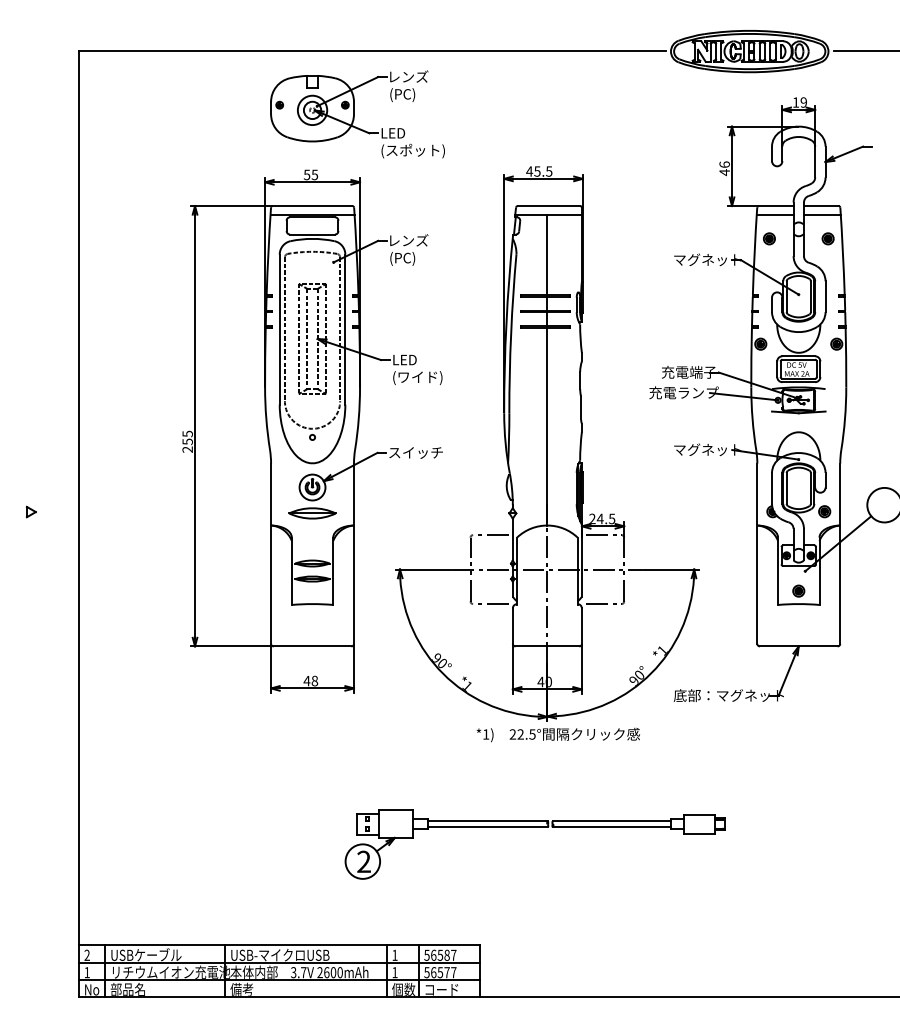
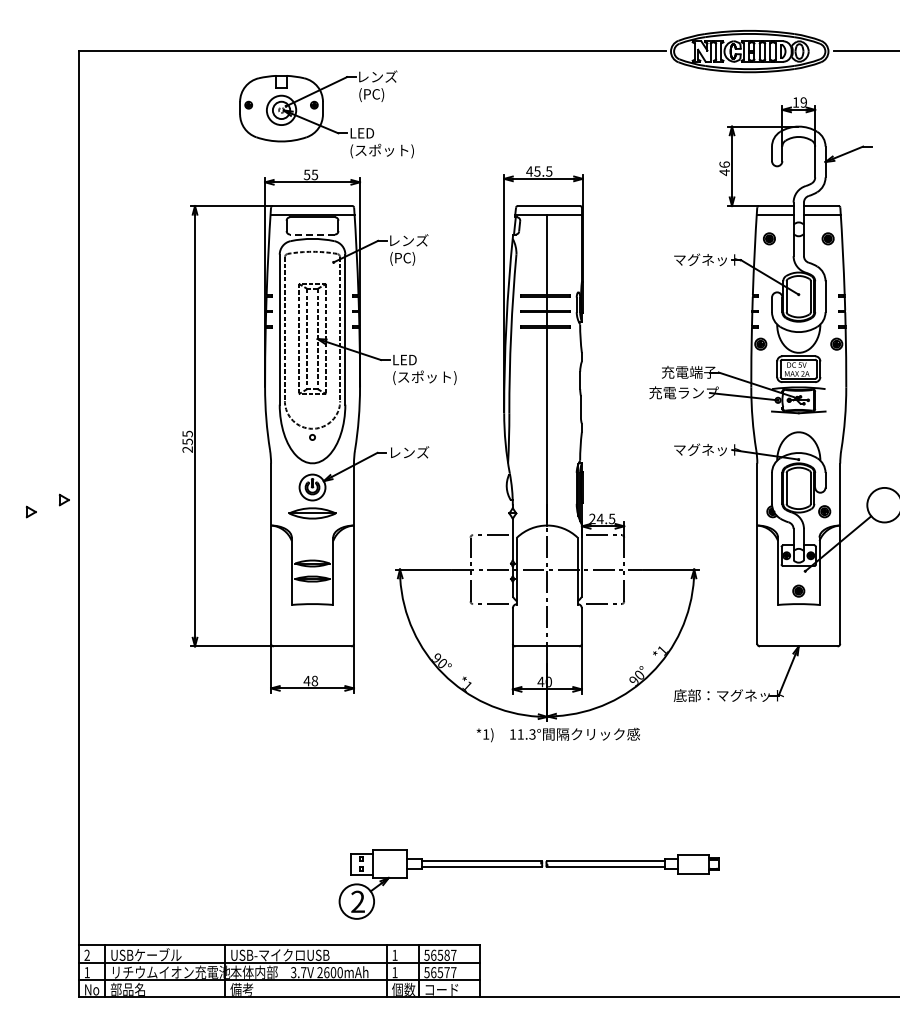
part at (357, 114) position: (357, 114) -> (326, 114)
line at (312, 234): solid -> dashed
text at (427, 377): (ワイド) -> (スポット)
text at (415, 452): スイッチ -> レンズ
part at (63, 499): none -> present
text at (522, 734): 22.5° -> 11.3°
part at (534, 827) position: (534, 827) -> (528, 867)
